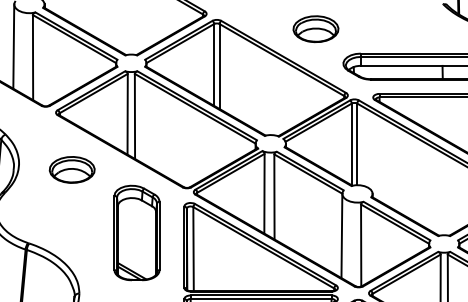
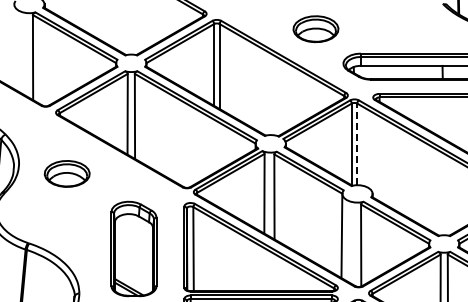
line at (13, 46): present -> none
line at (357, 144): solid -> dashed
part at (71, 169) position: (71, 169) -> (66, 173)
part at (136, 232) position: (136, 232) -> (133, 248)
